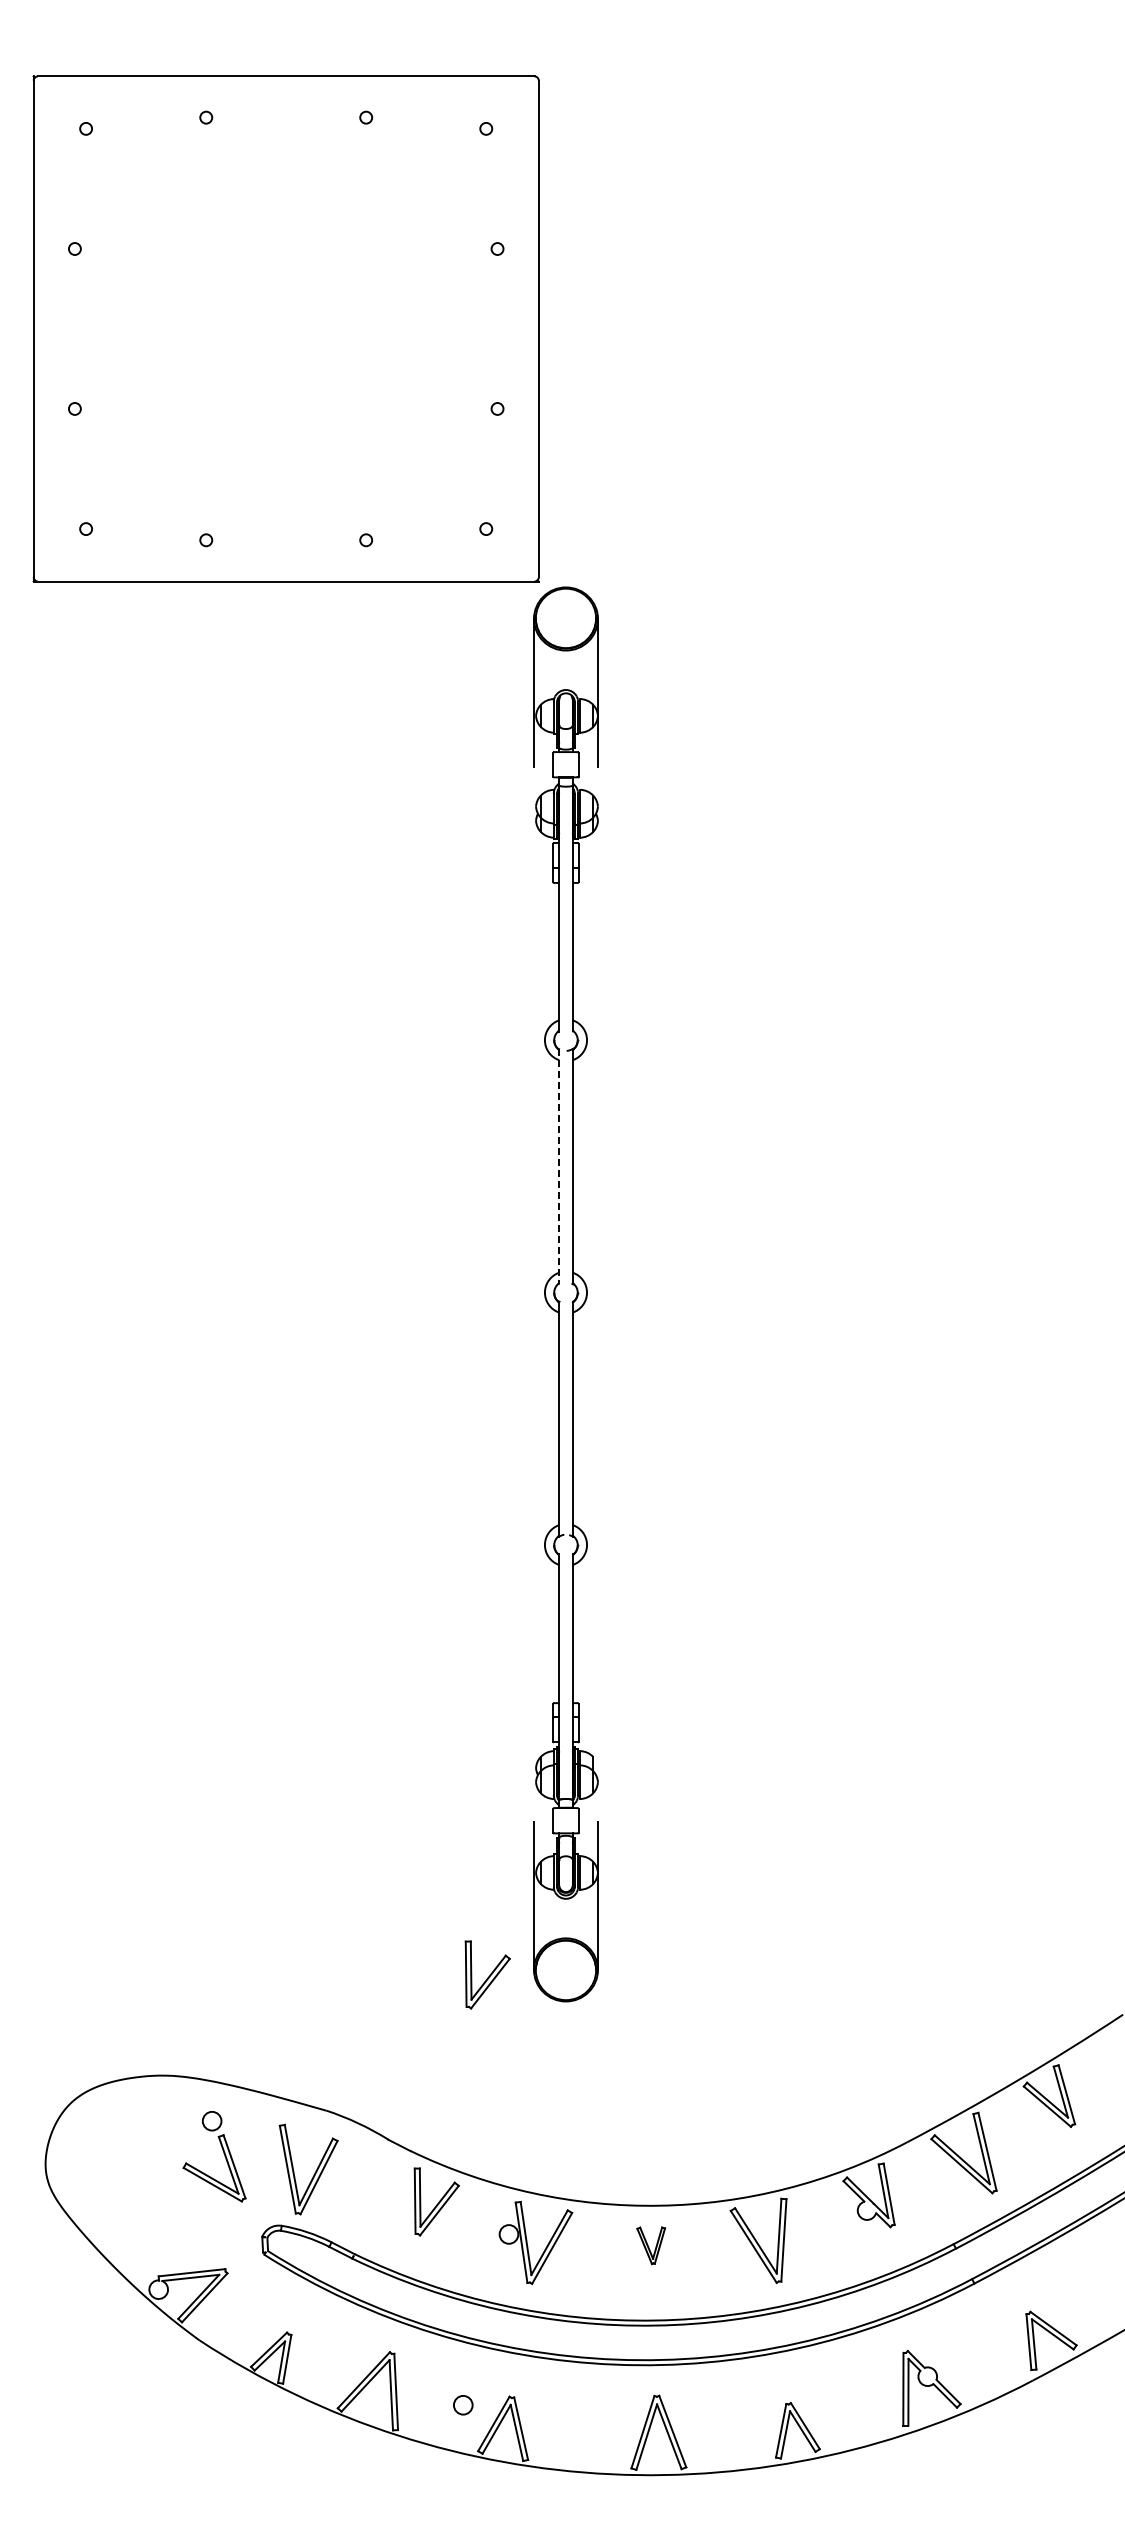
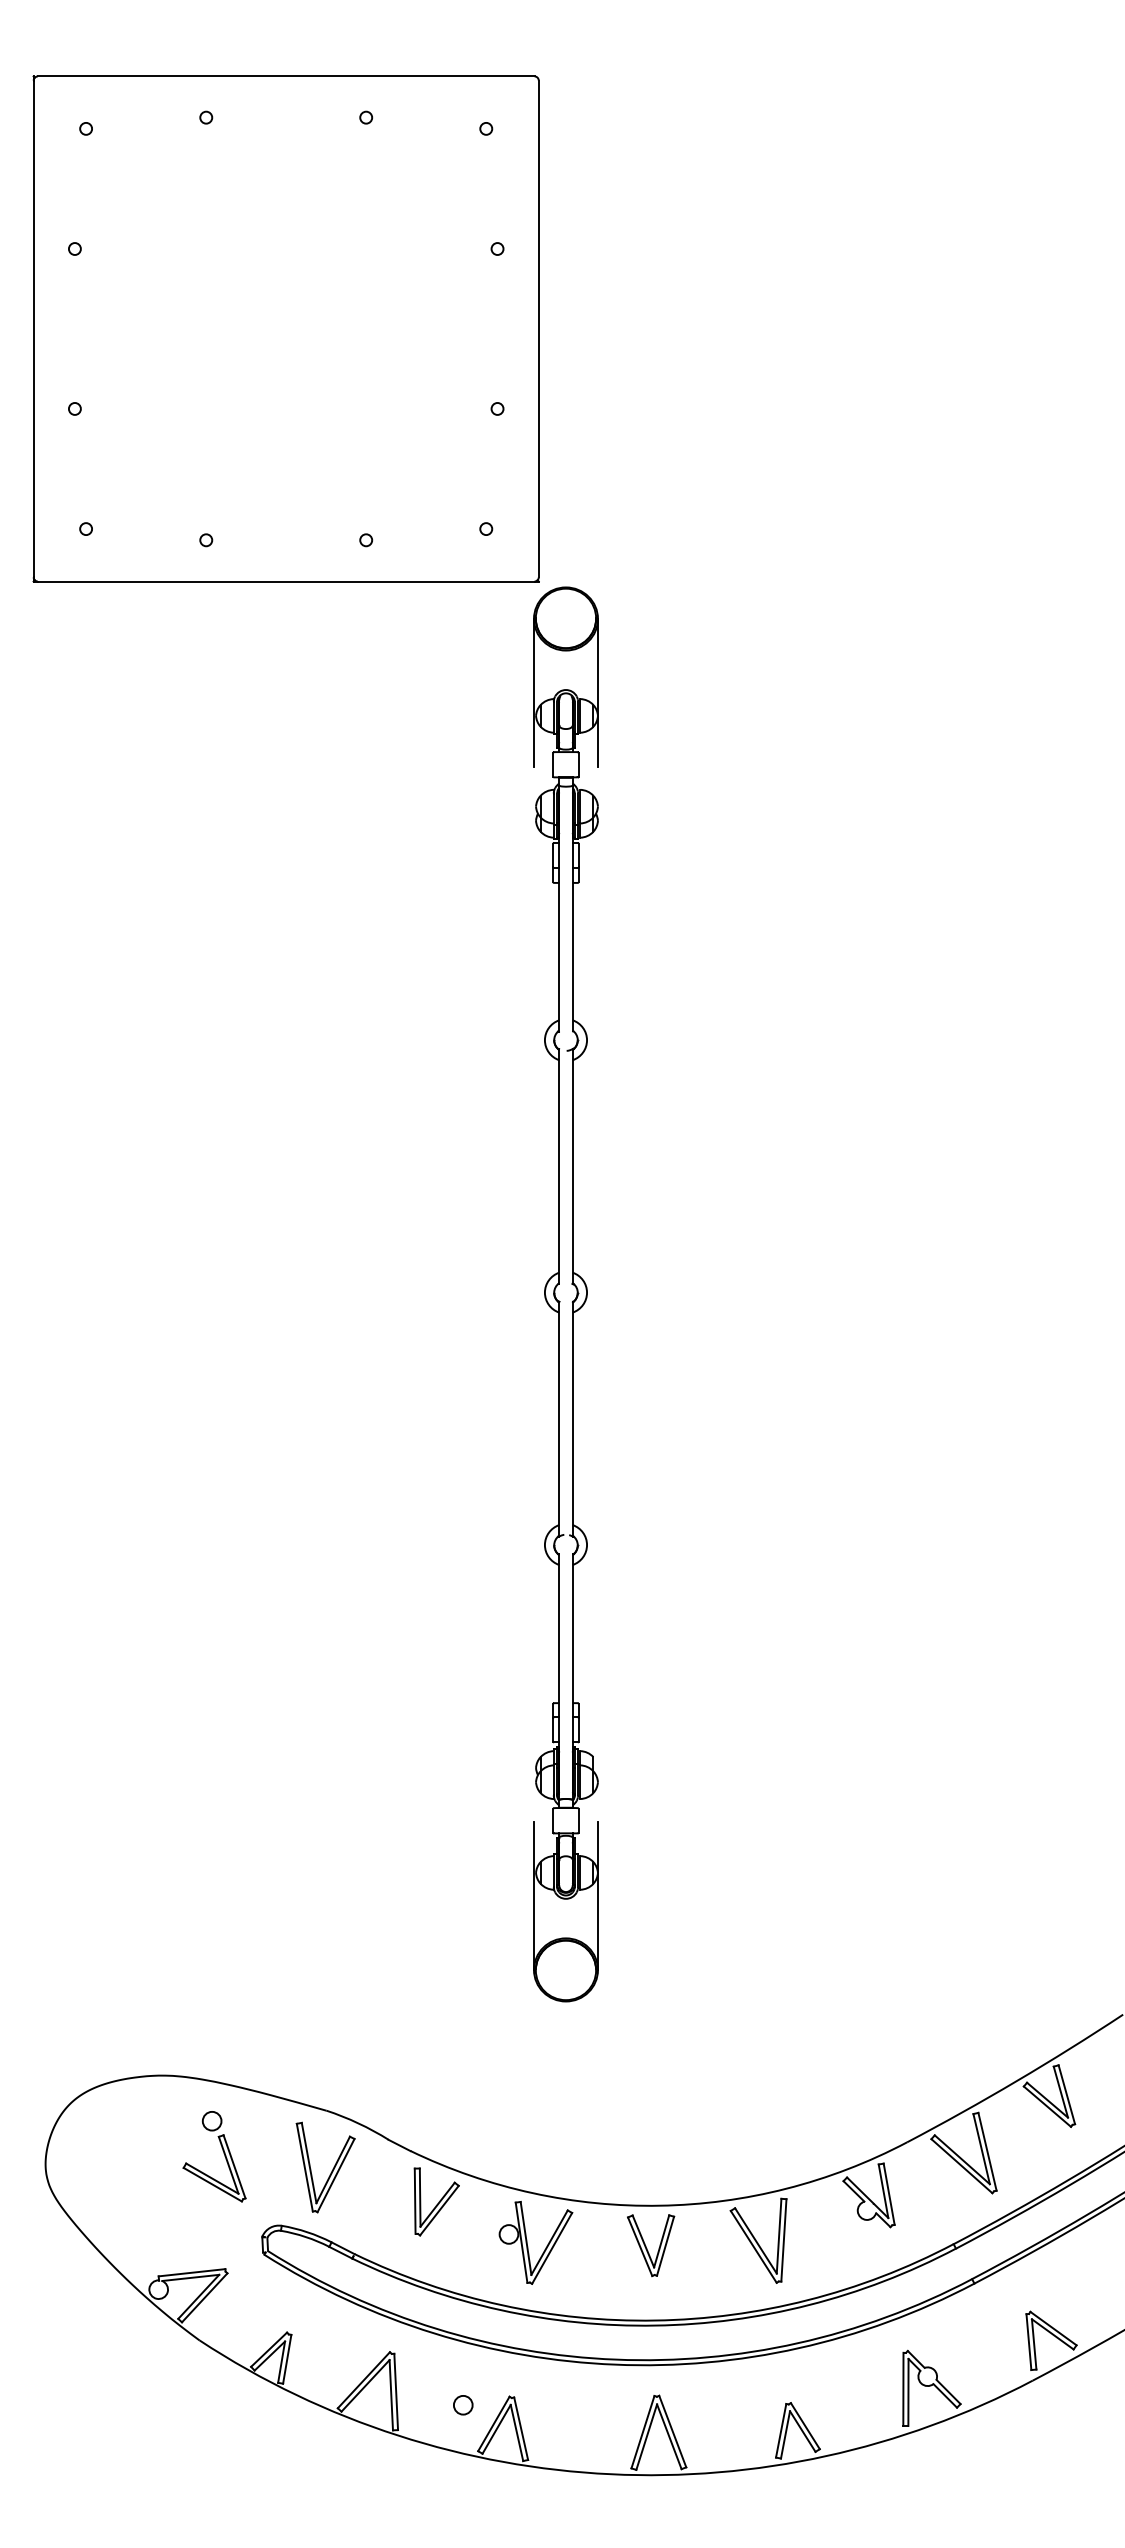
line at (559, 1167): dashed -> solid
part at (487, 1974): present -> none
part at (314, 2172) position: (314, 2172) -> (331, 2170)
part at (651, 2245) size: 31x40 px -> 49x64 px
